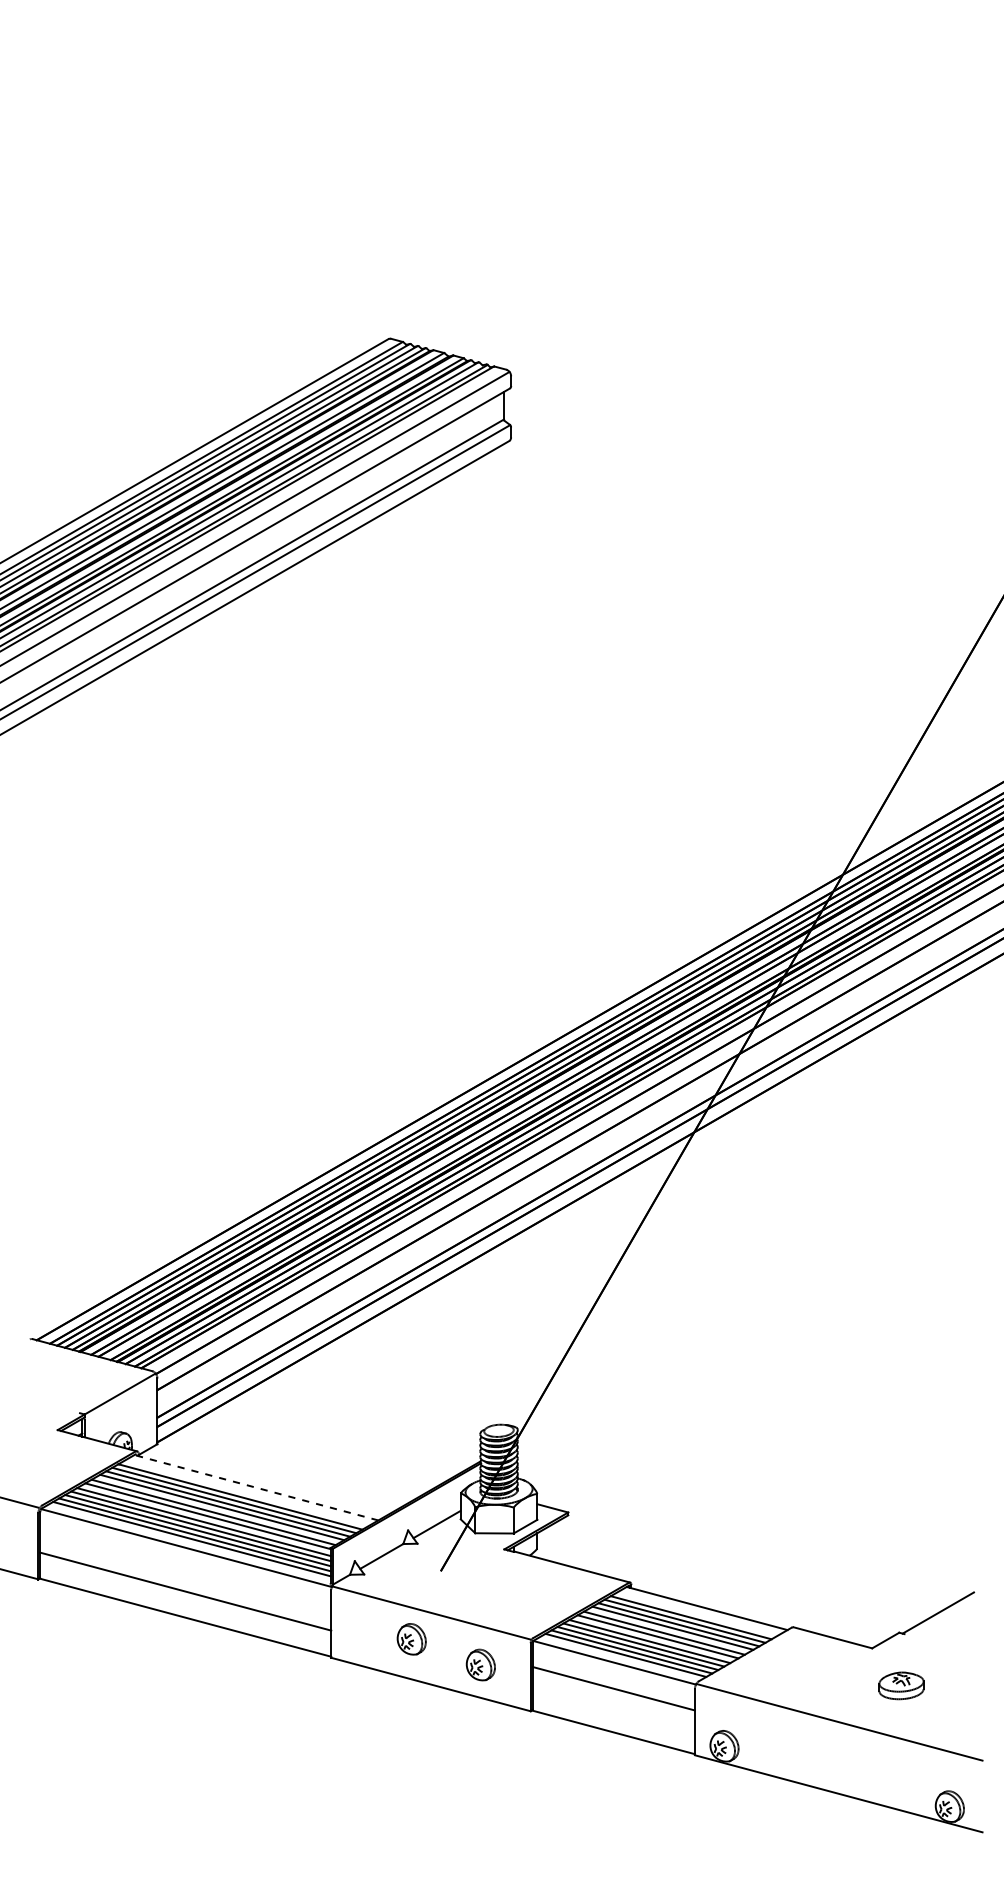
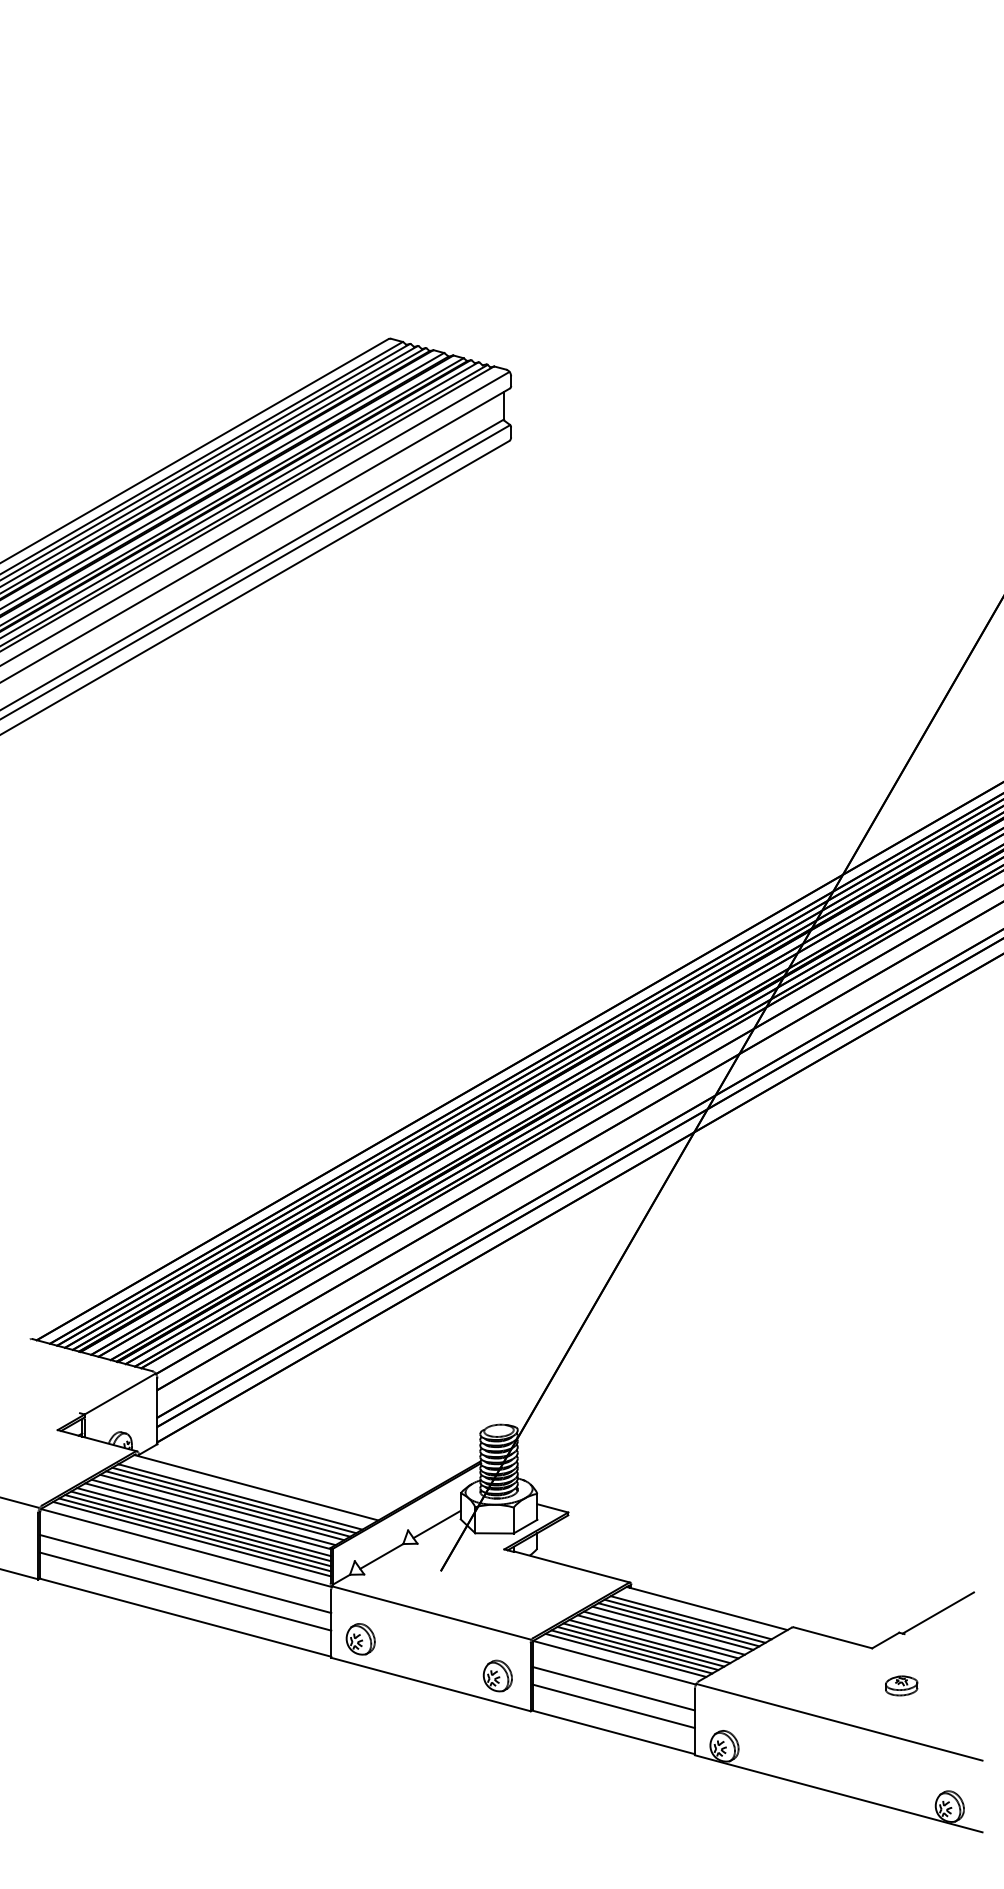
line at (255, 1487): dashed -> solid
line at (185, 1574): none -> present
part at (411, 1639) position: (411, 1639) -> (360, 1639)
part at (480, 1664) position: (480, 1664) -> (497, 1675)
part at (901, 1685) size: 47x30 px -> 34x22 px
line at (613, 1706): none -> present
